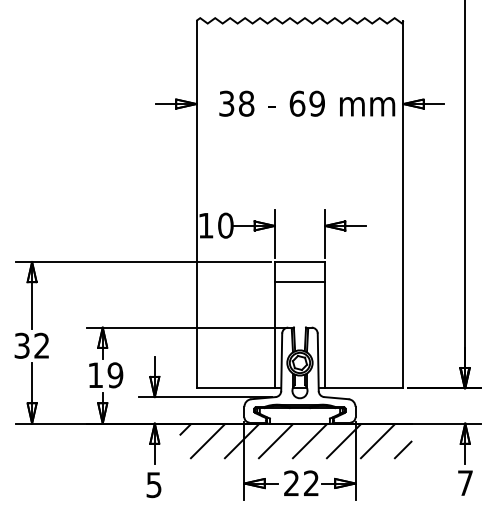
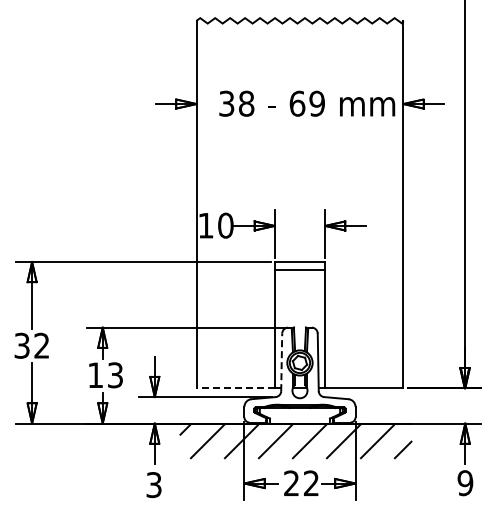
line at (299, 282) position: (299, 282) -> (299, 270)
line at (281, 362): solid -> dashed
text at (115, 375): 19 -> 13
line at (235, 388): solid -> dashed
text at (465, 483): 7 -> 9
text at (154, 484): 5 -> 3
